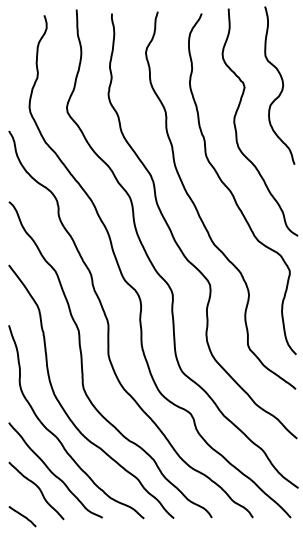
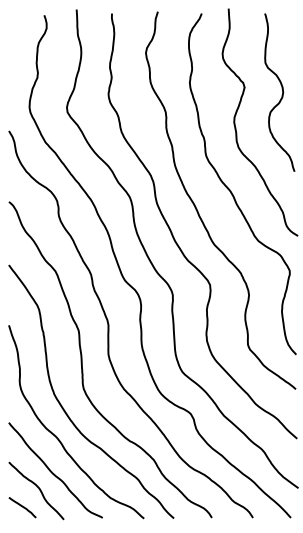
curve at (282, 85) position: (282, 85) -> (282, 92)
curve at (22, 516) position: (22, 516) -> (22, 507)
